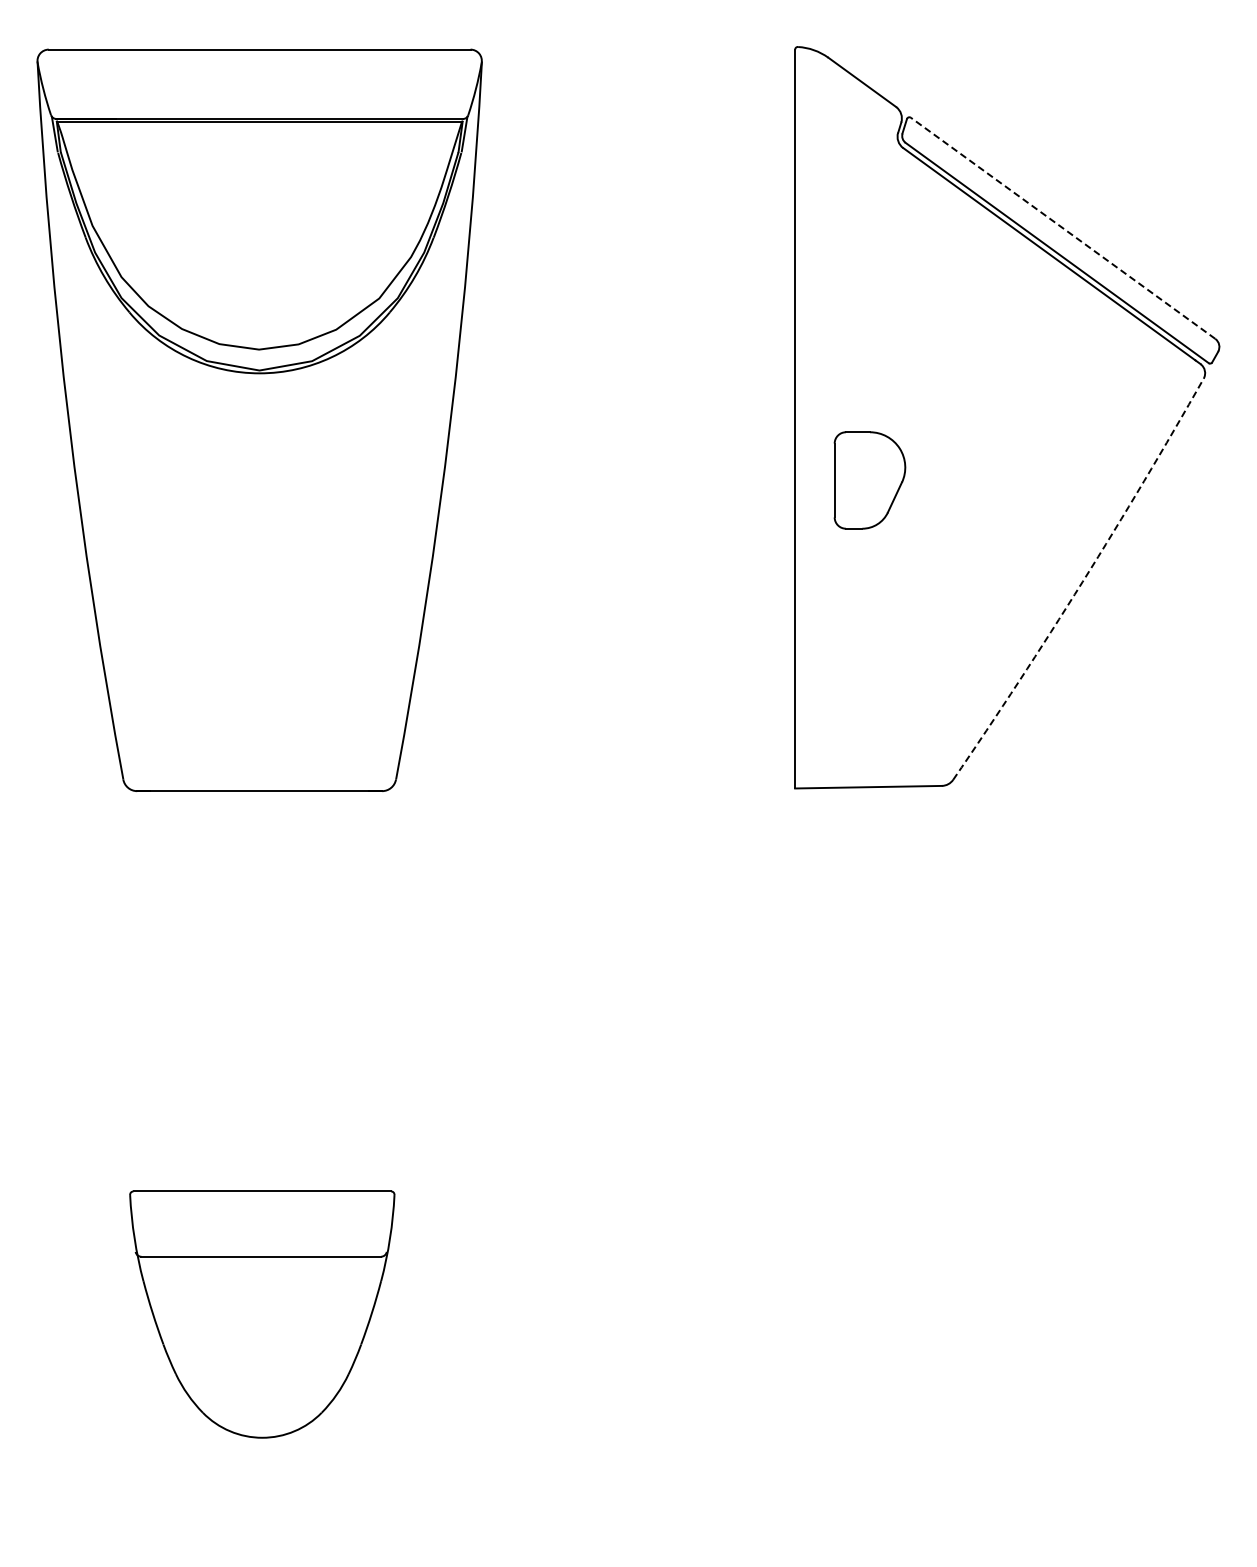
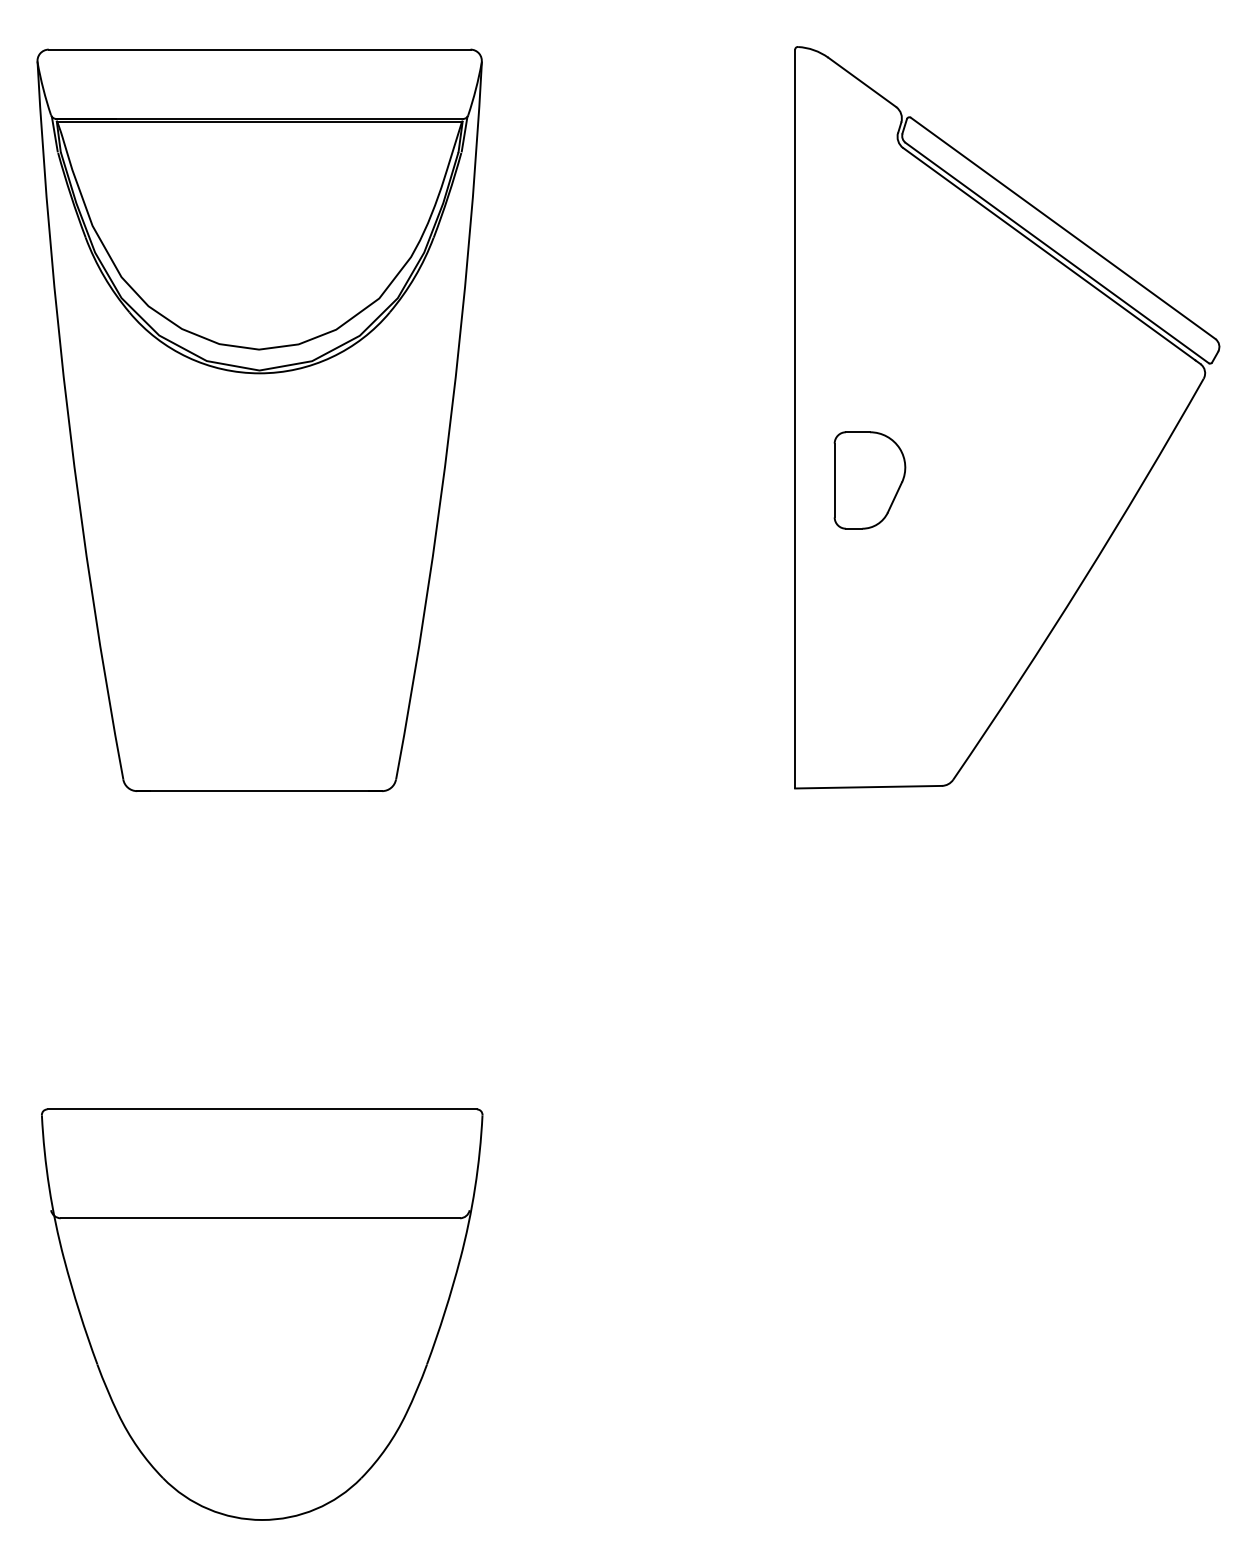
line at (1062, 228): dashed -> solid
arc at (1082, 581): dashed -> solid
part at (262, 1314) size: 267x249 px -> 443x413 px
